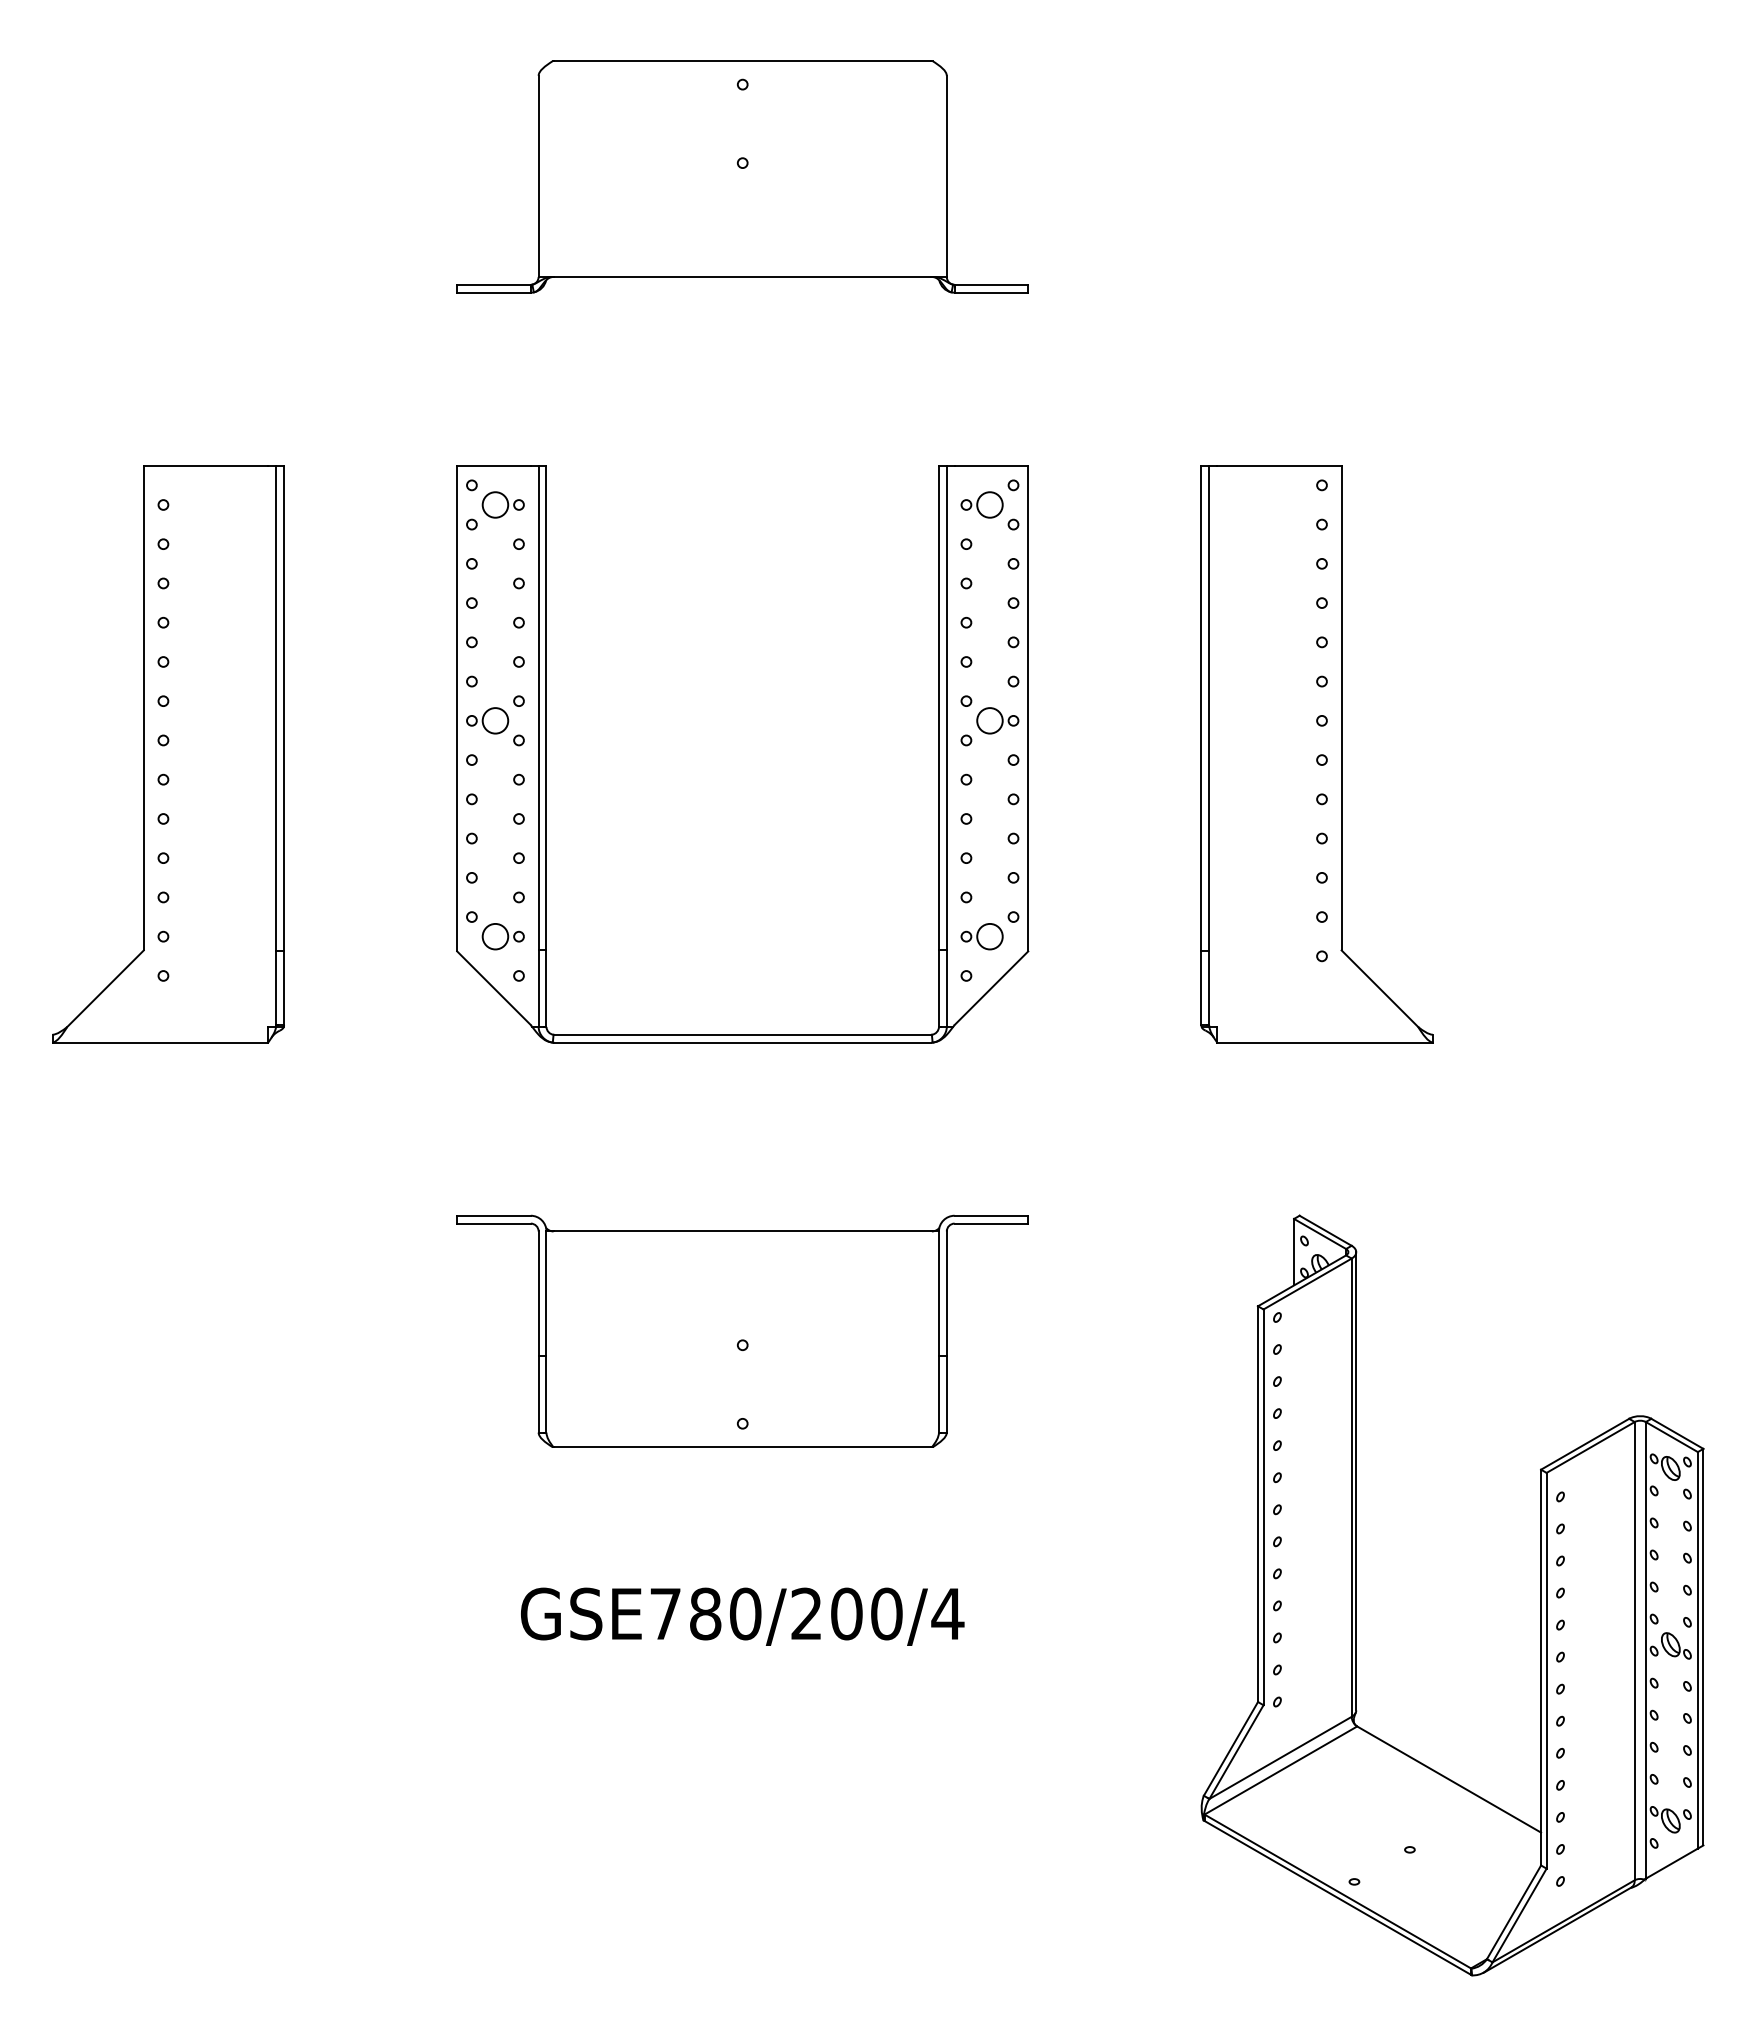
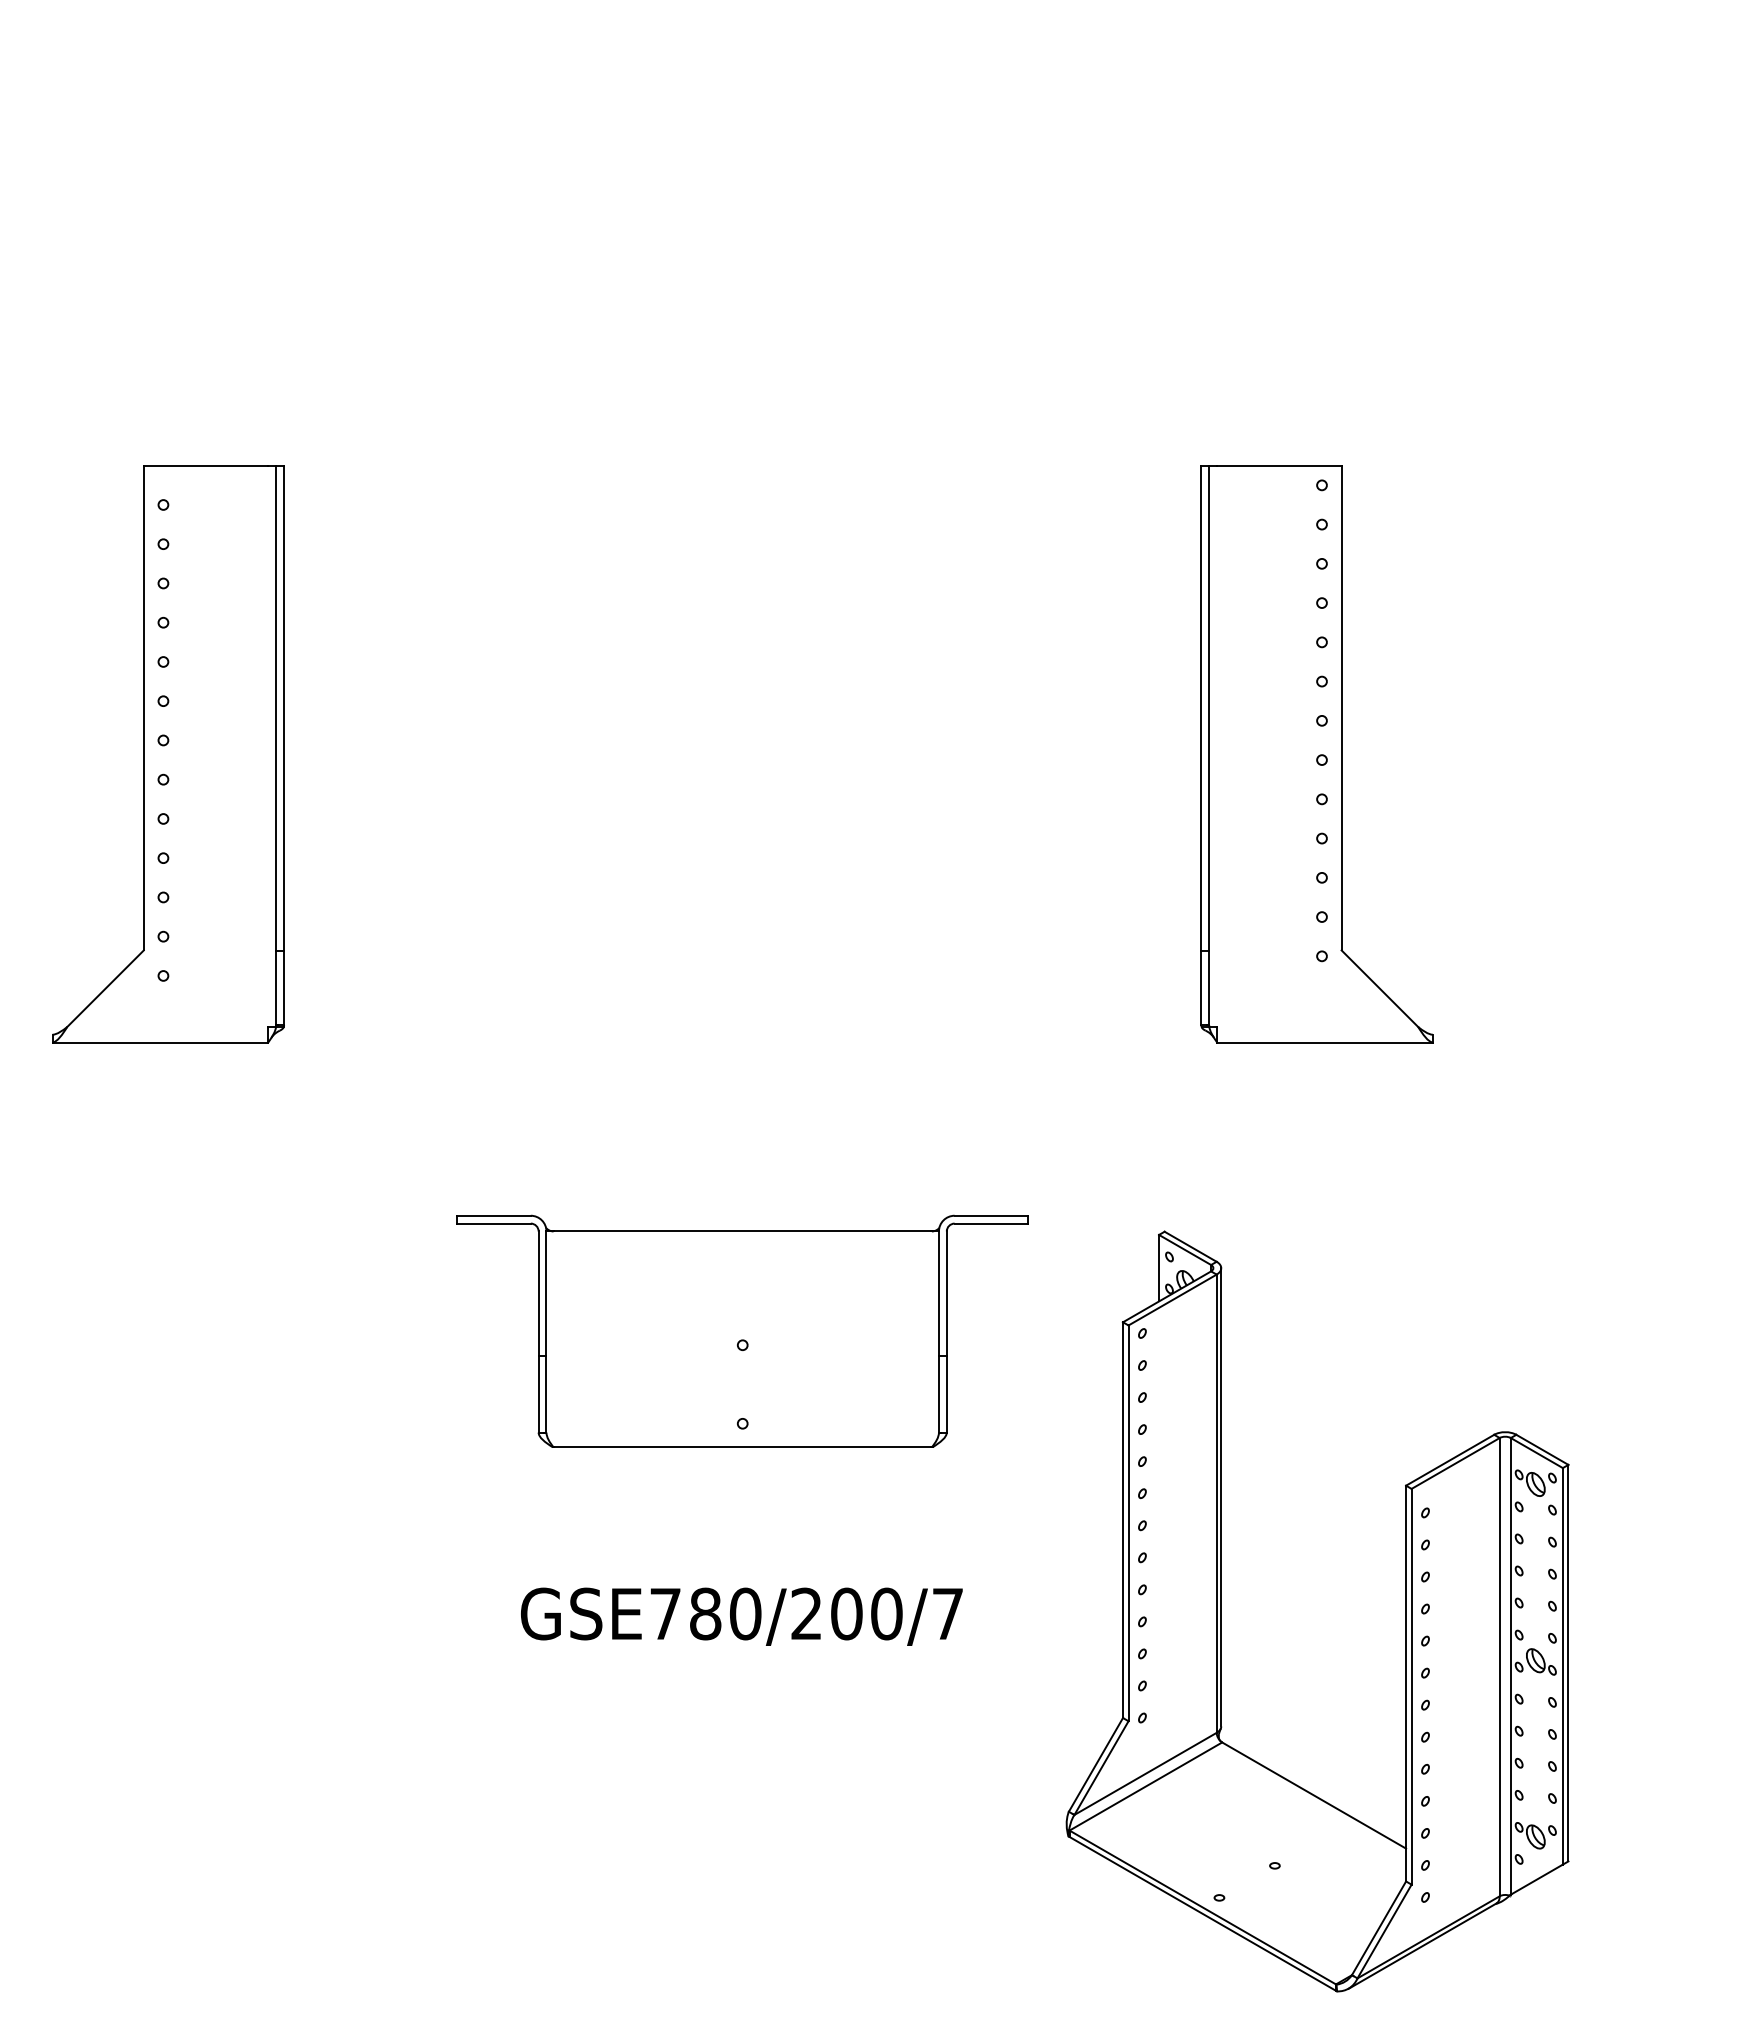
part at (742, 176): present -> none
part at (546, 754): present -> none
part at (1540, 1595) position: (1540, 1595) -> (1405, 1611)
text at (947, 1613): GSE780/200/4 -> GSE780/200/7
